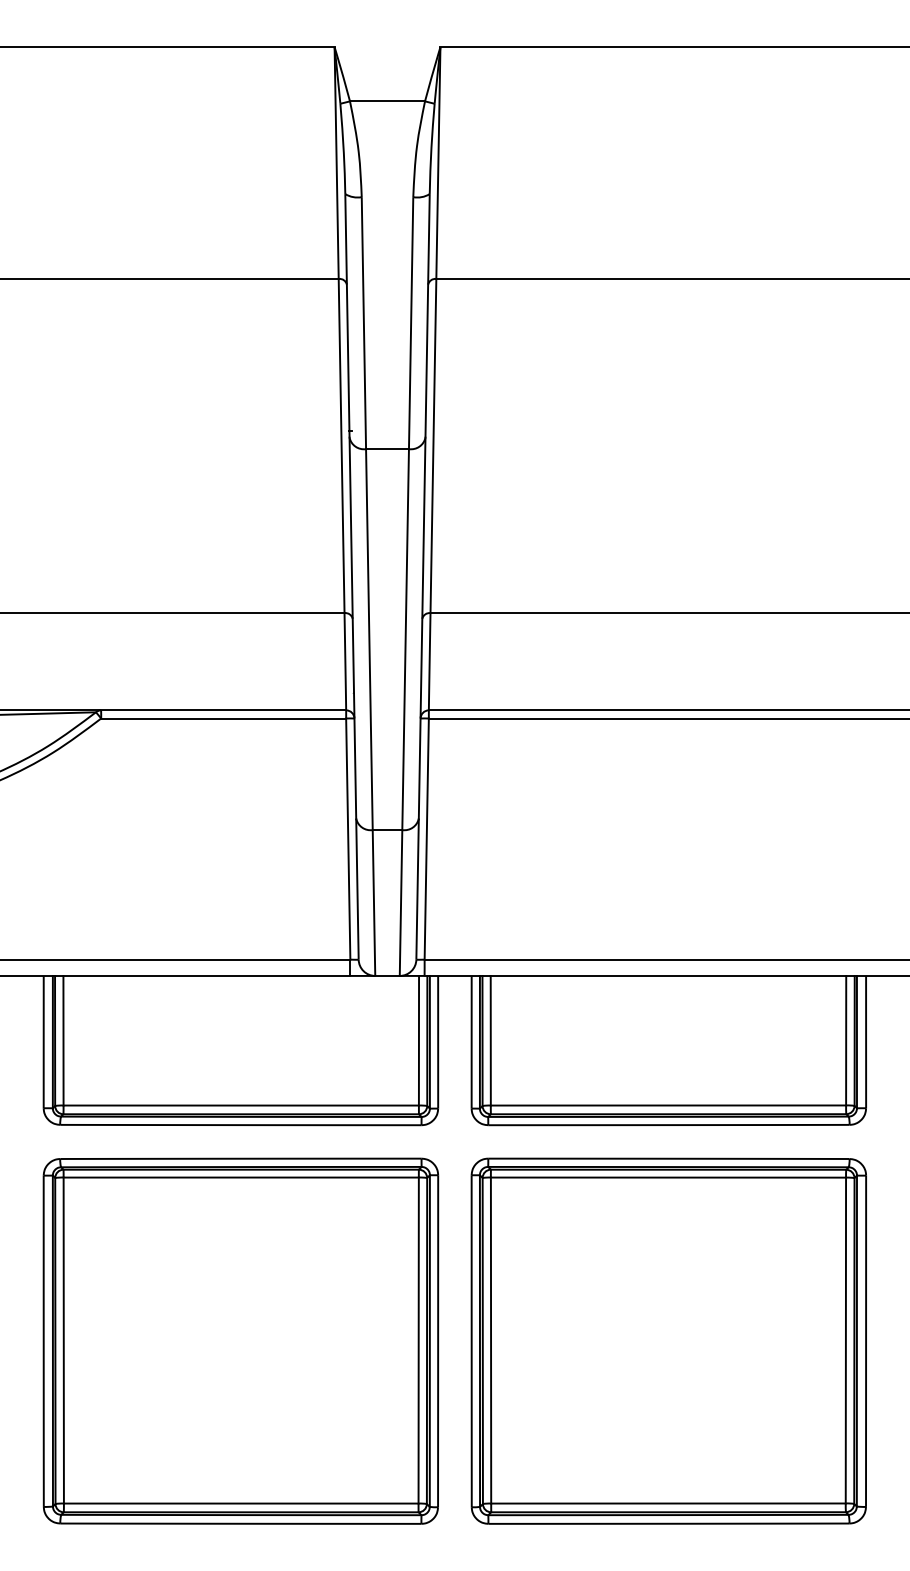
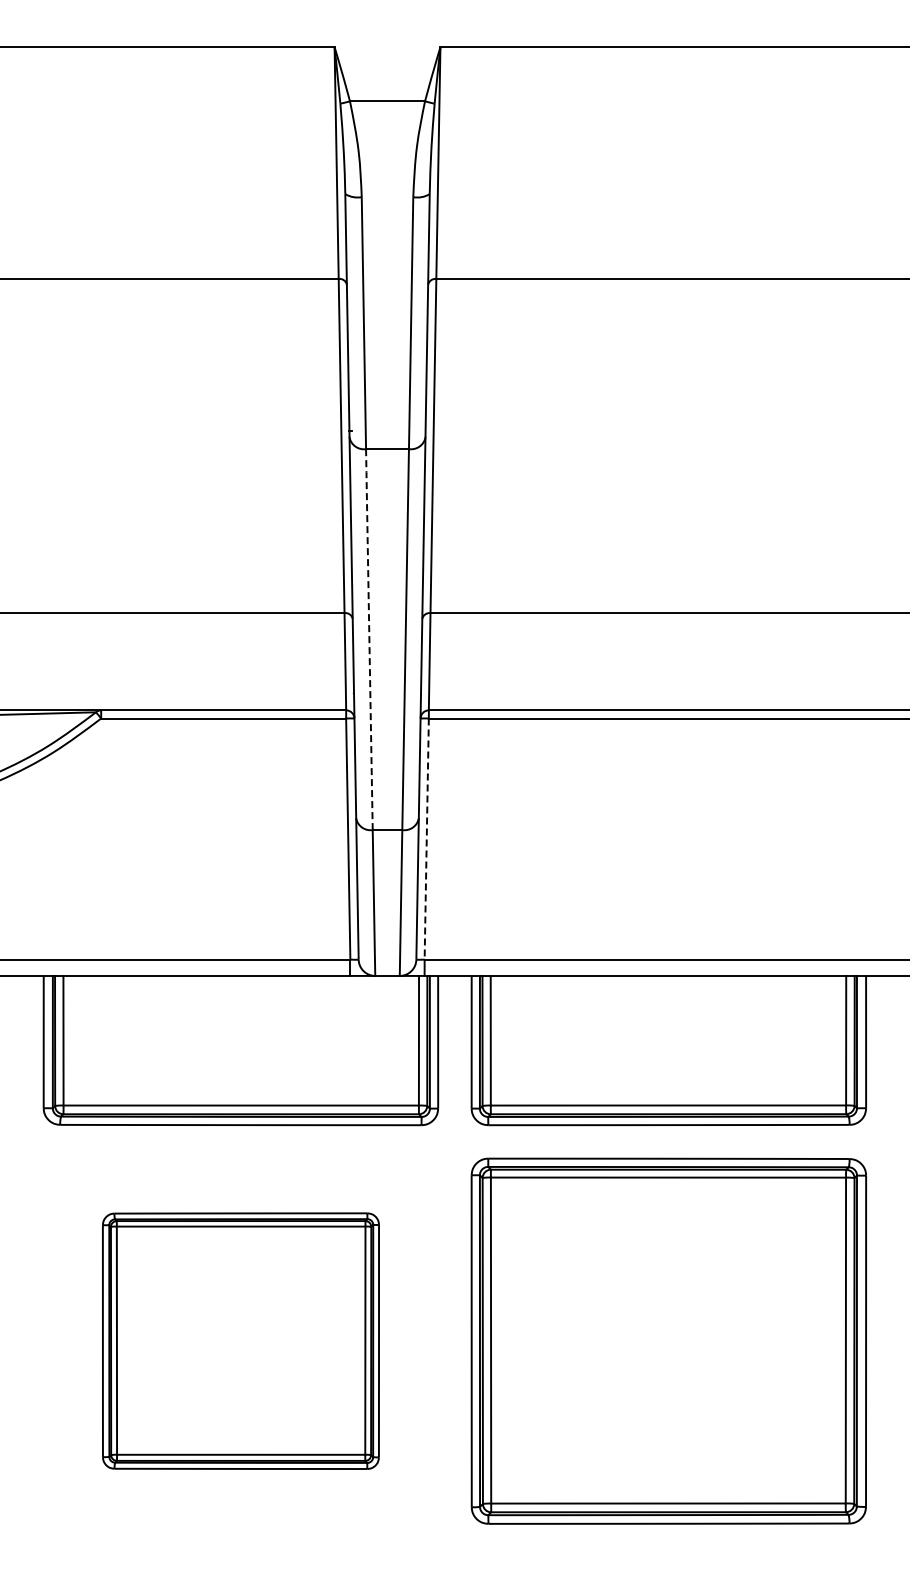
line at (369, 638): solid -> dashed
line at (426, 839): solid -> dashed
part at (240, 1340) size: 398x368 px -> 278x258 px
